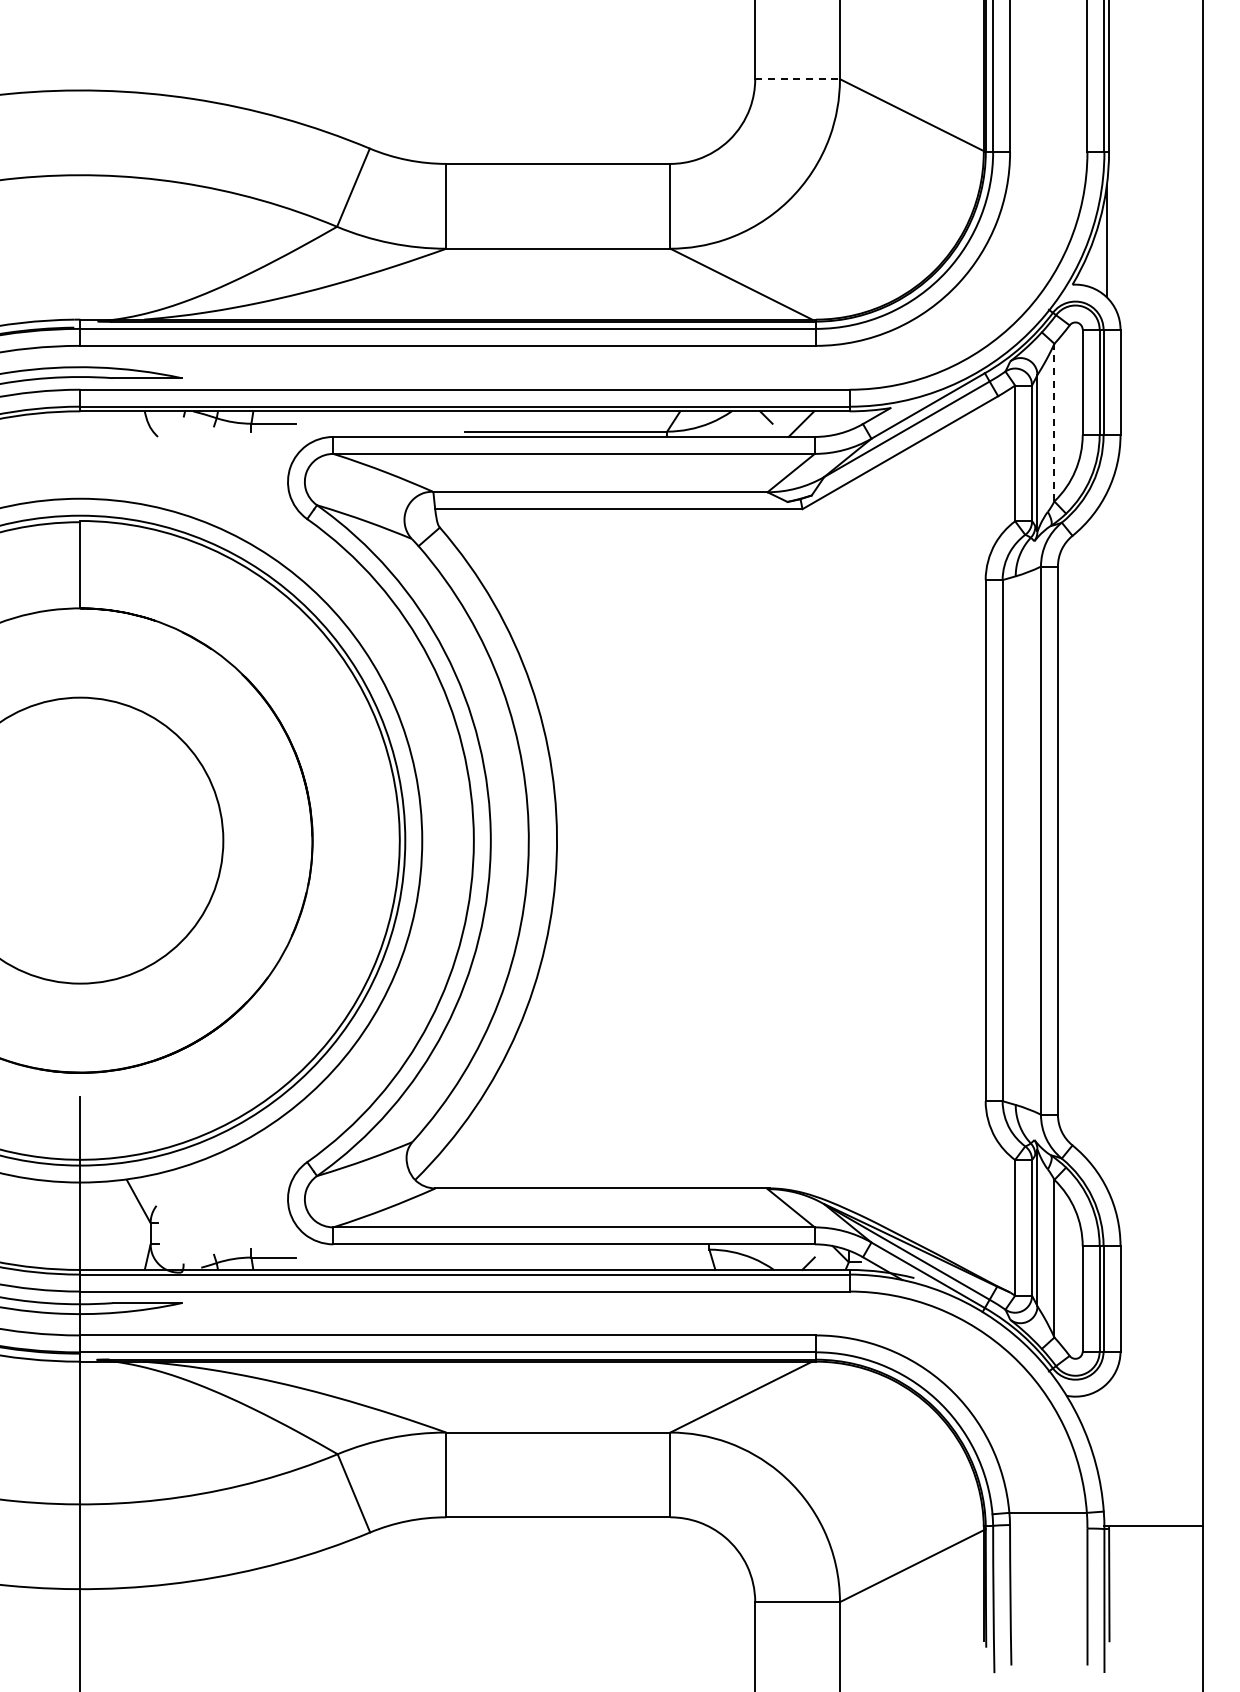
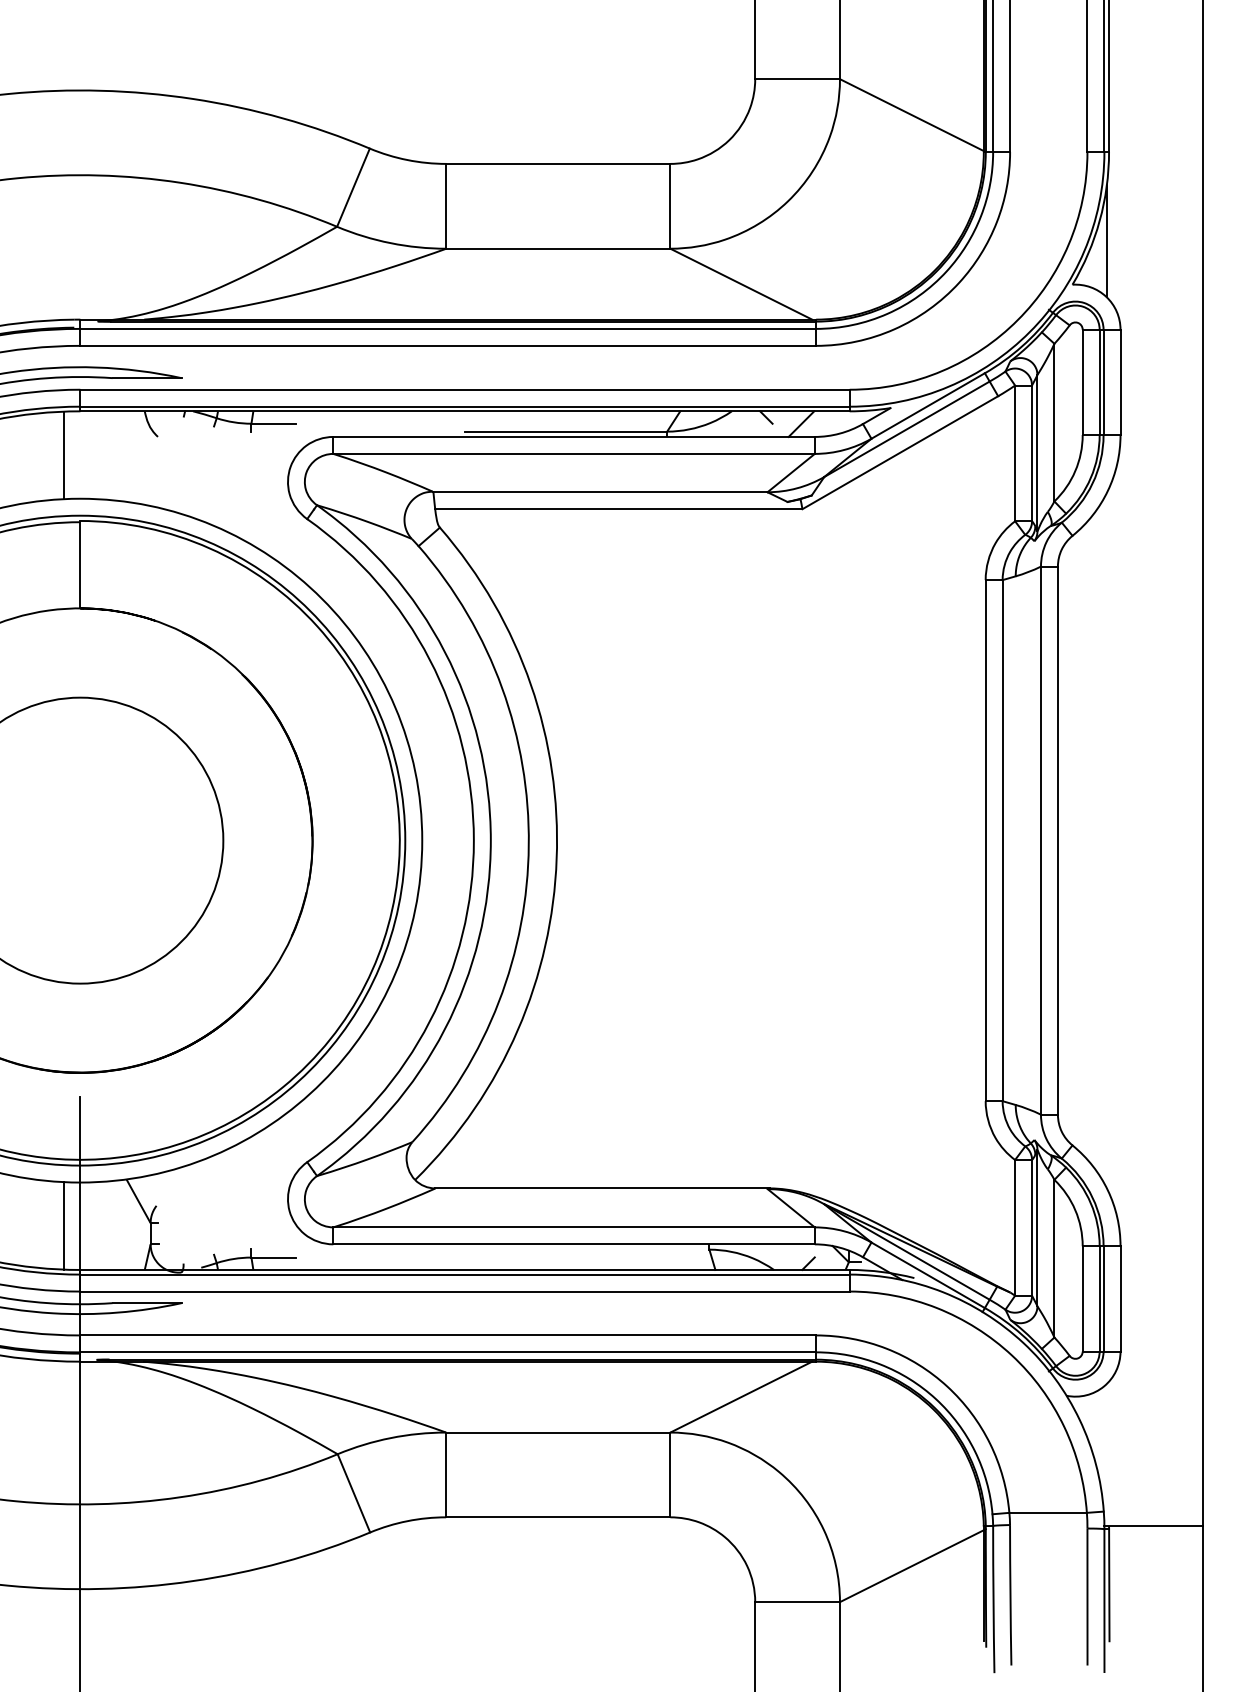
line at (798, 79): dashed -> solid
line at (1054, 422): dashed -> solid
line at (63, 455): none -> present
line at (63, 1225): none -> present
